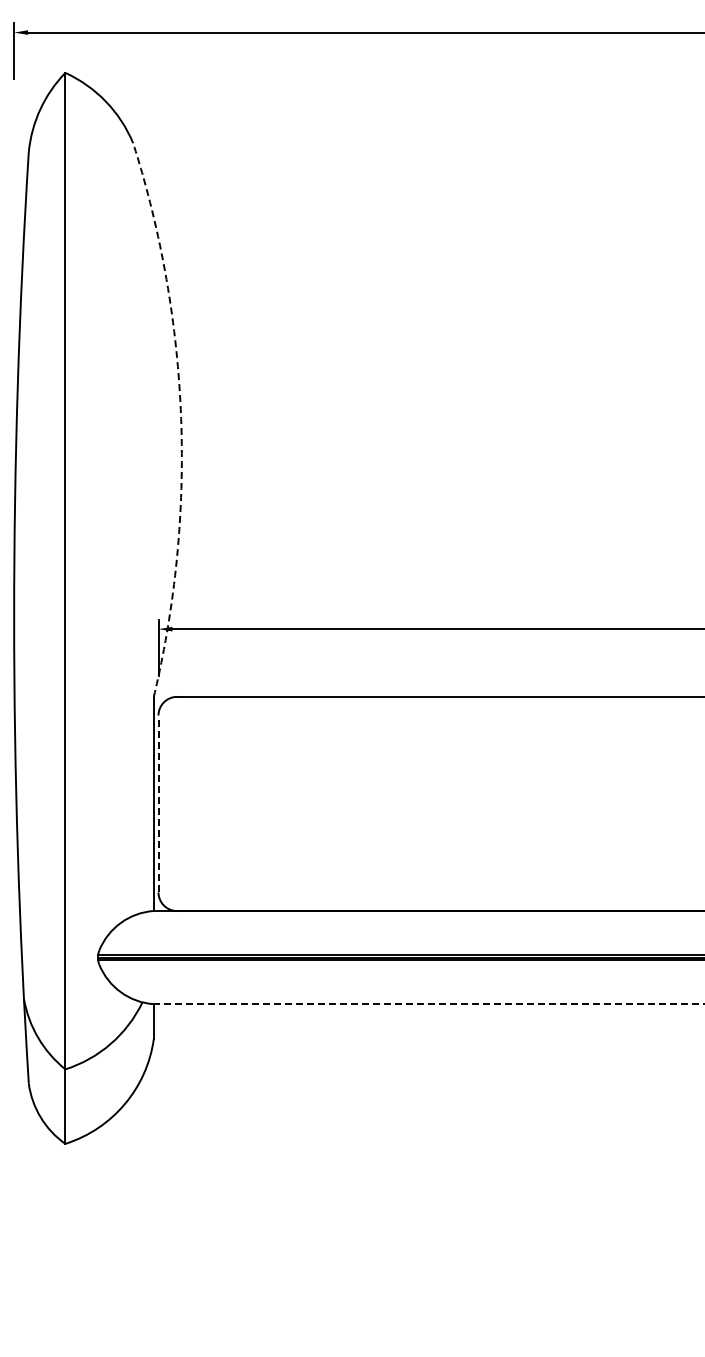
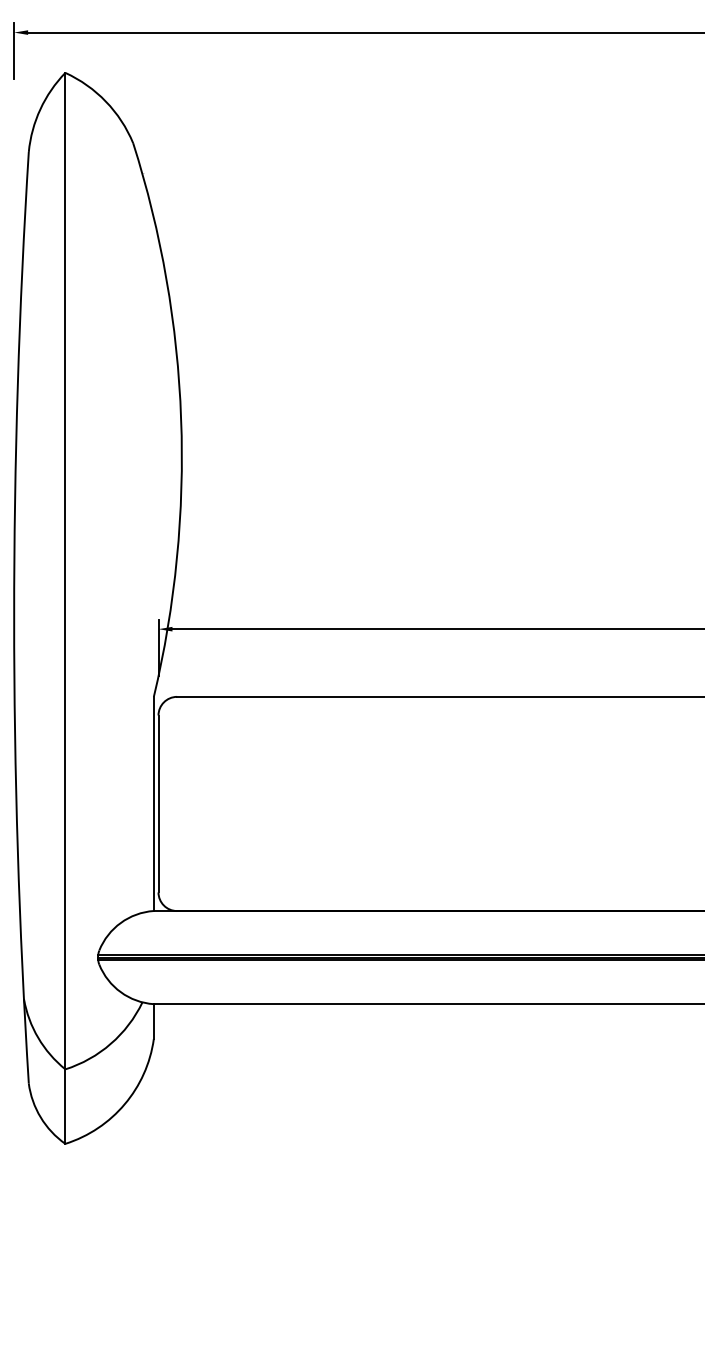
arc at (181, 418): dashed -> solid
line at (158, 803): dashed -> solid
line at (428, 1004): dashed -> solid
